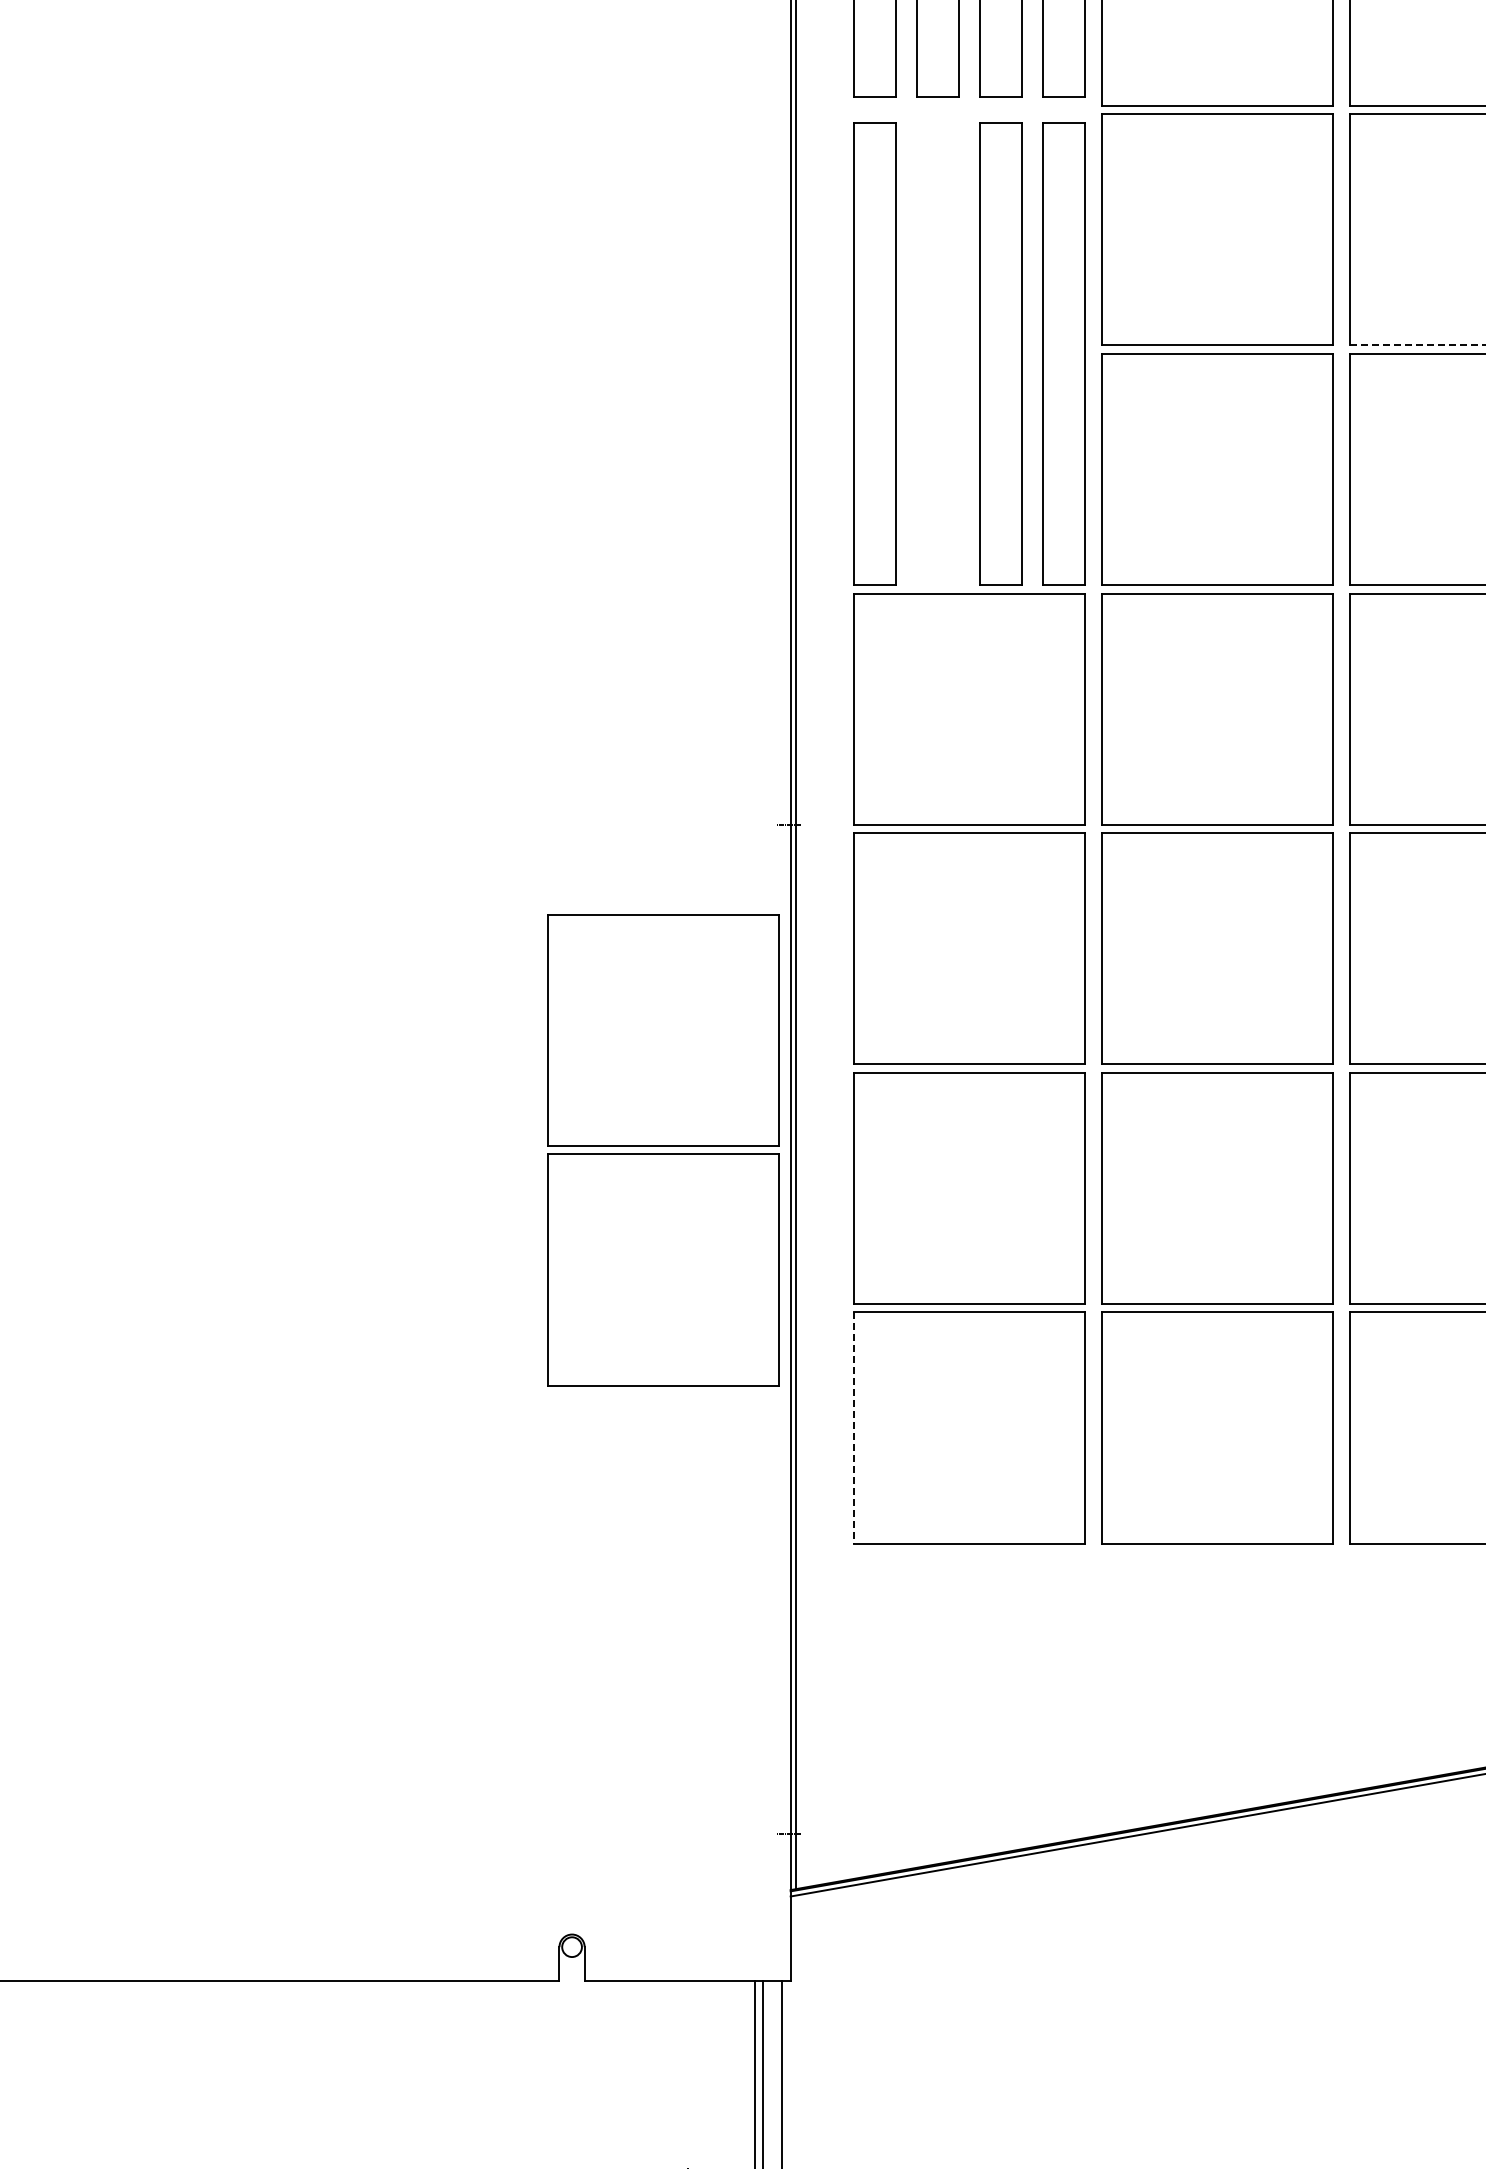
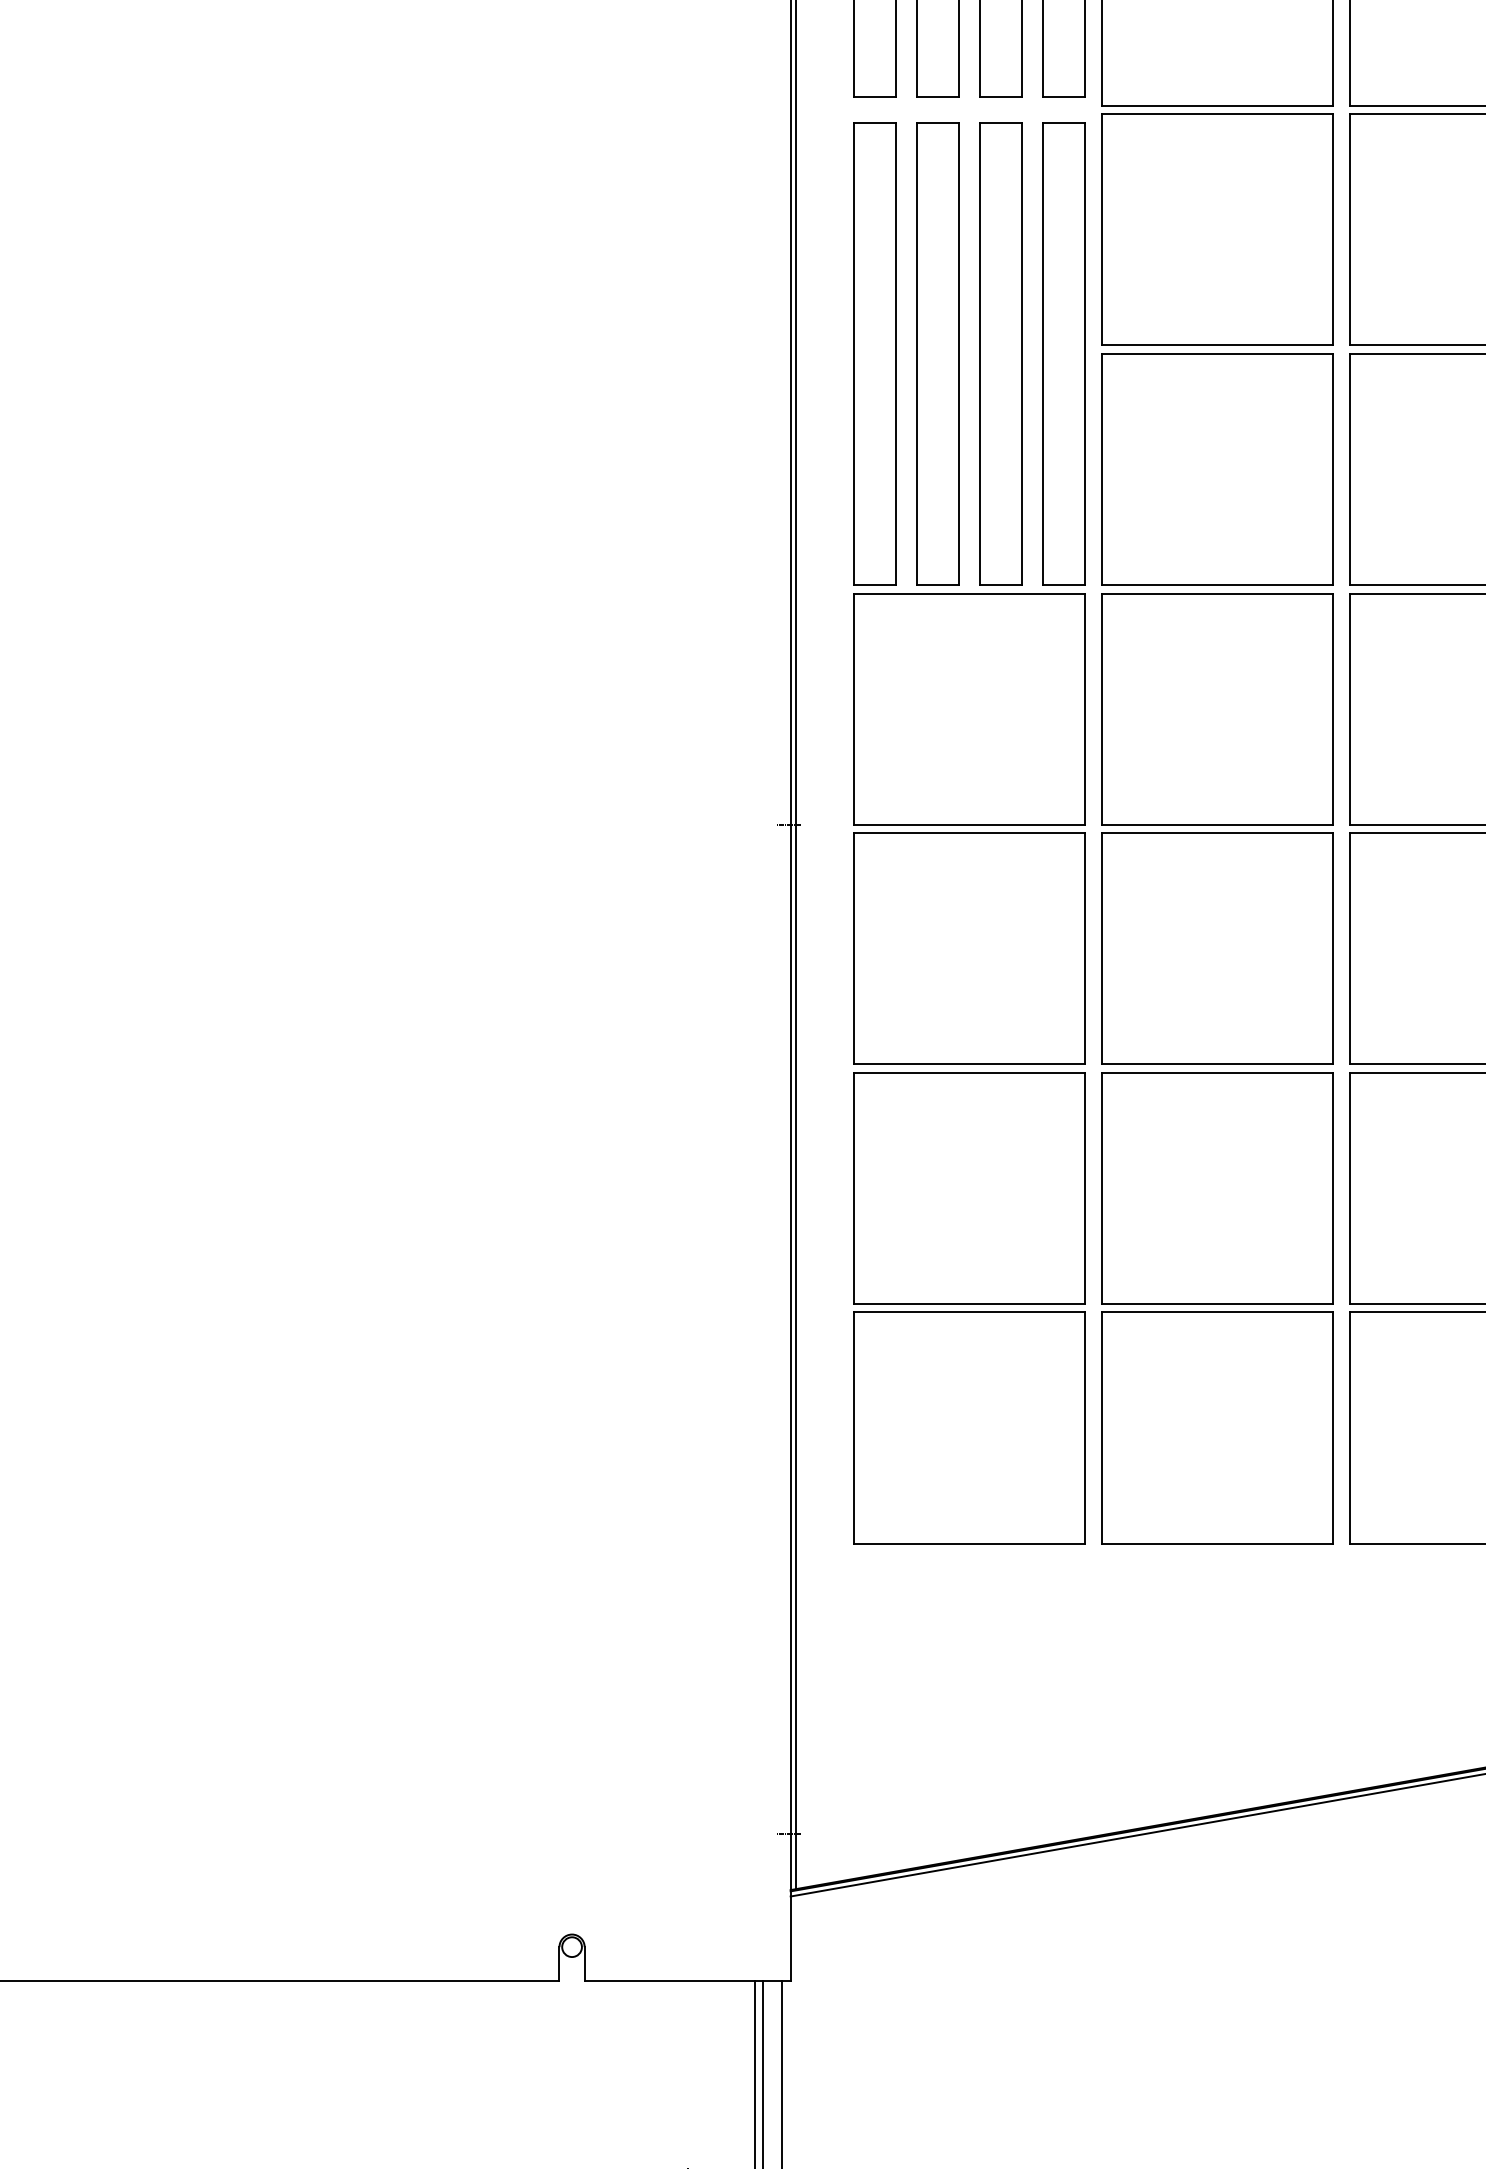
line at (1417, 345): dashed -> solid
part at (937, 353): none -> present
part at (663, 1150): present -> none
line at (853, 1427): dashed -> solid
